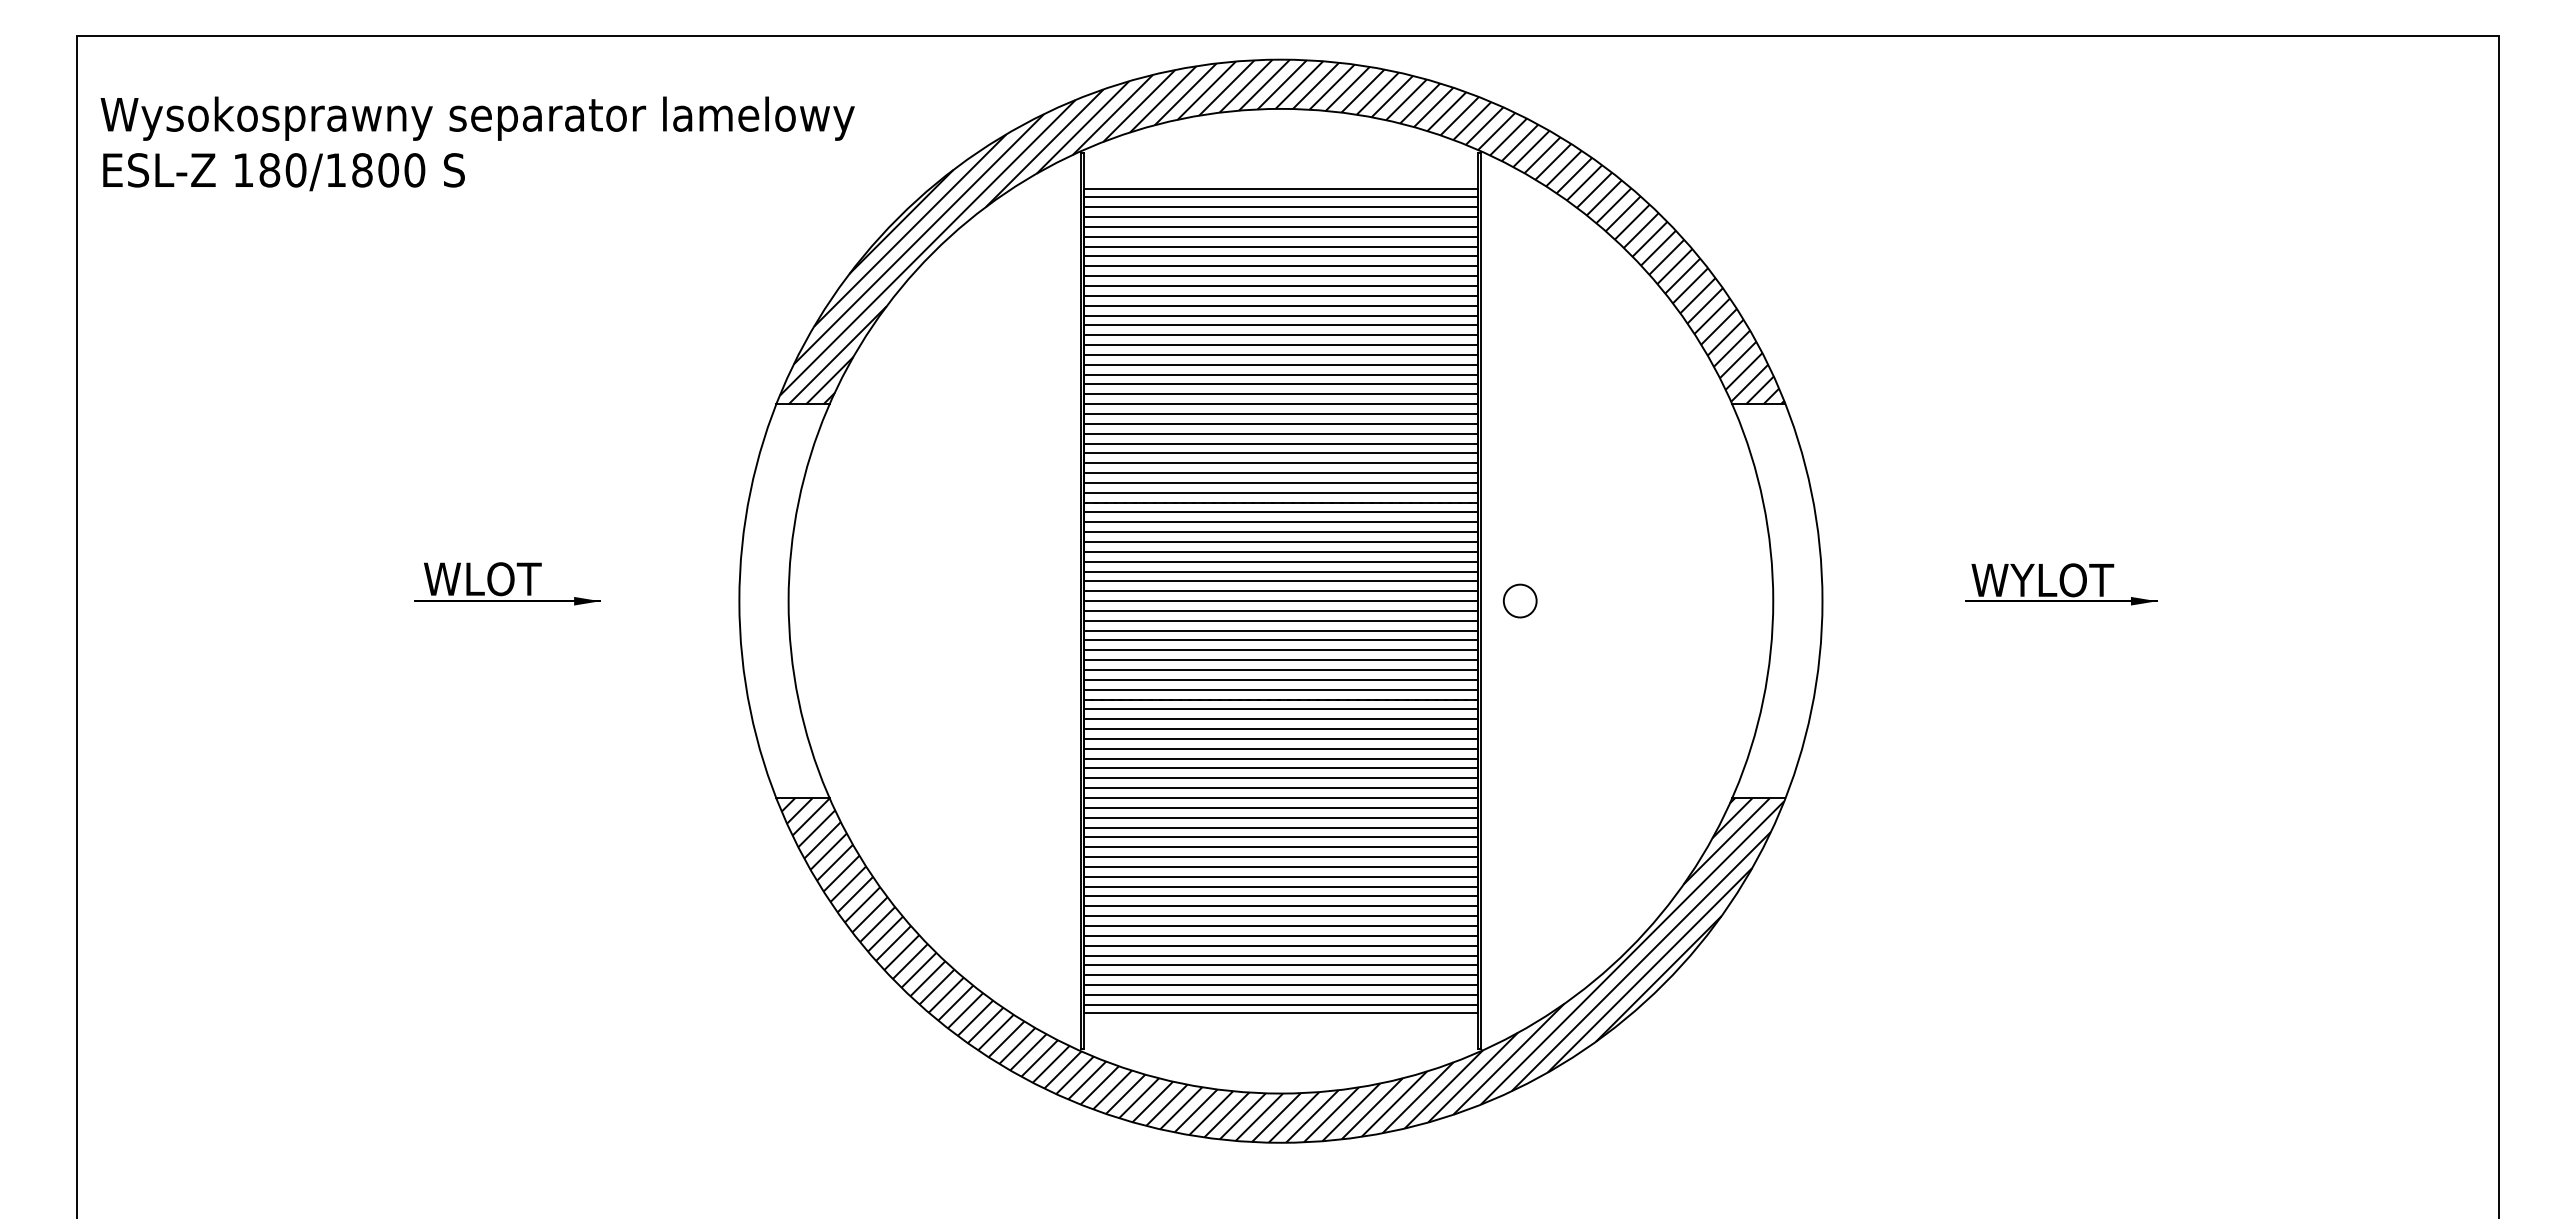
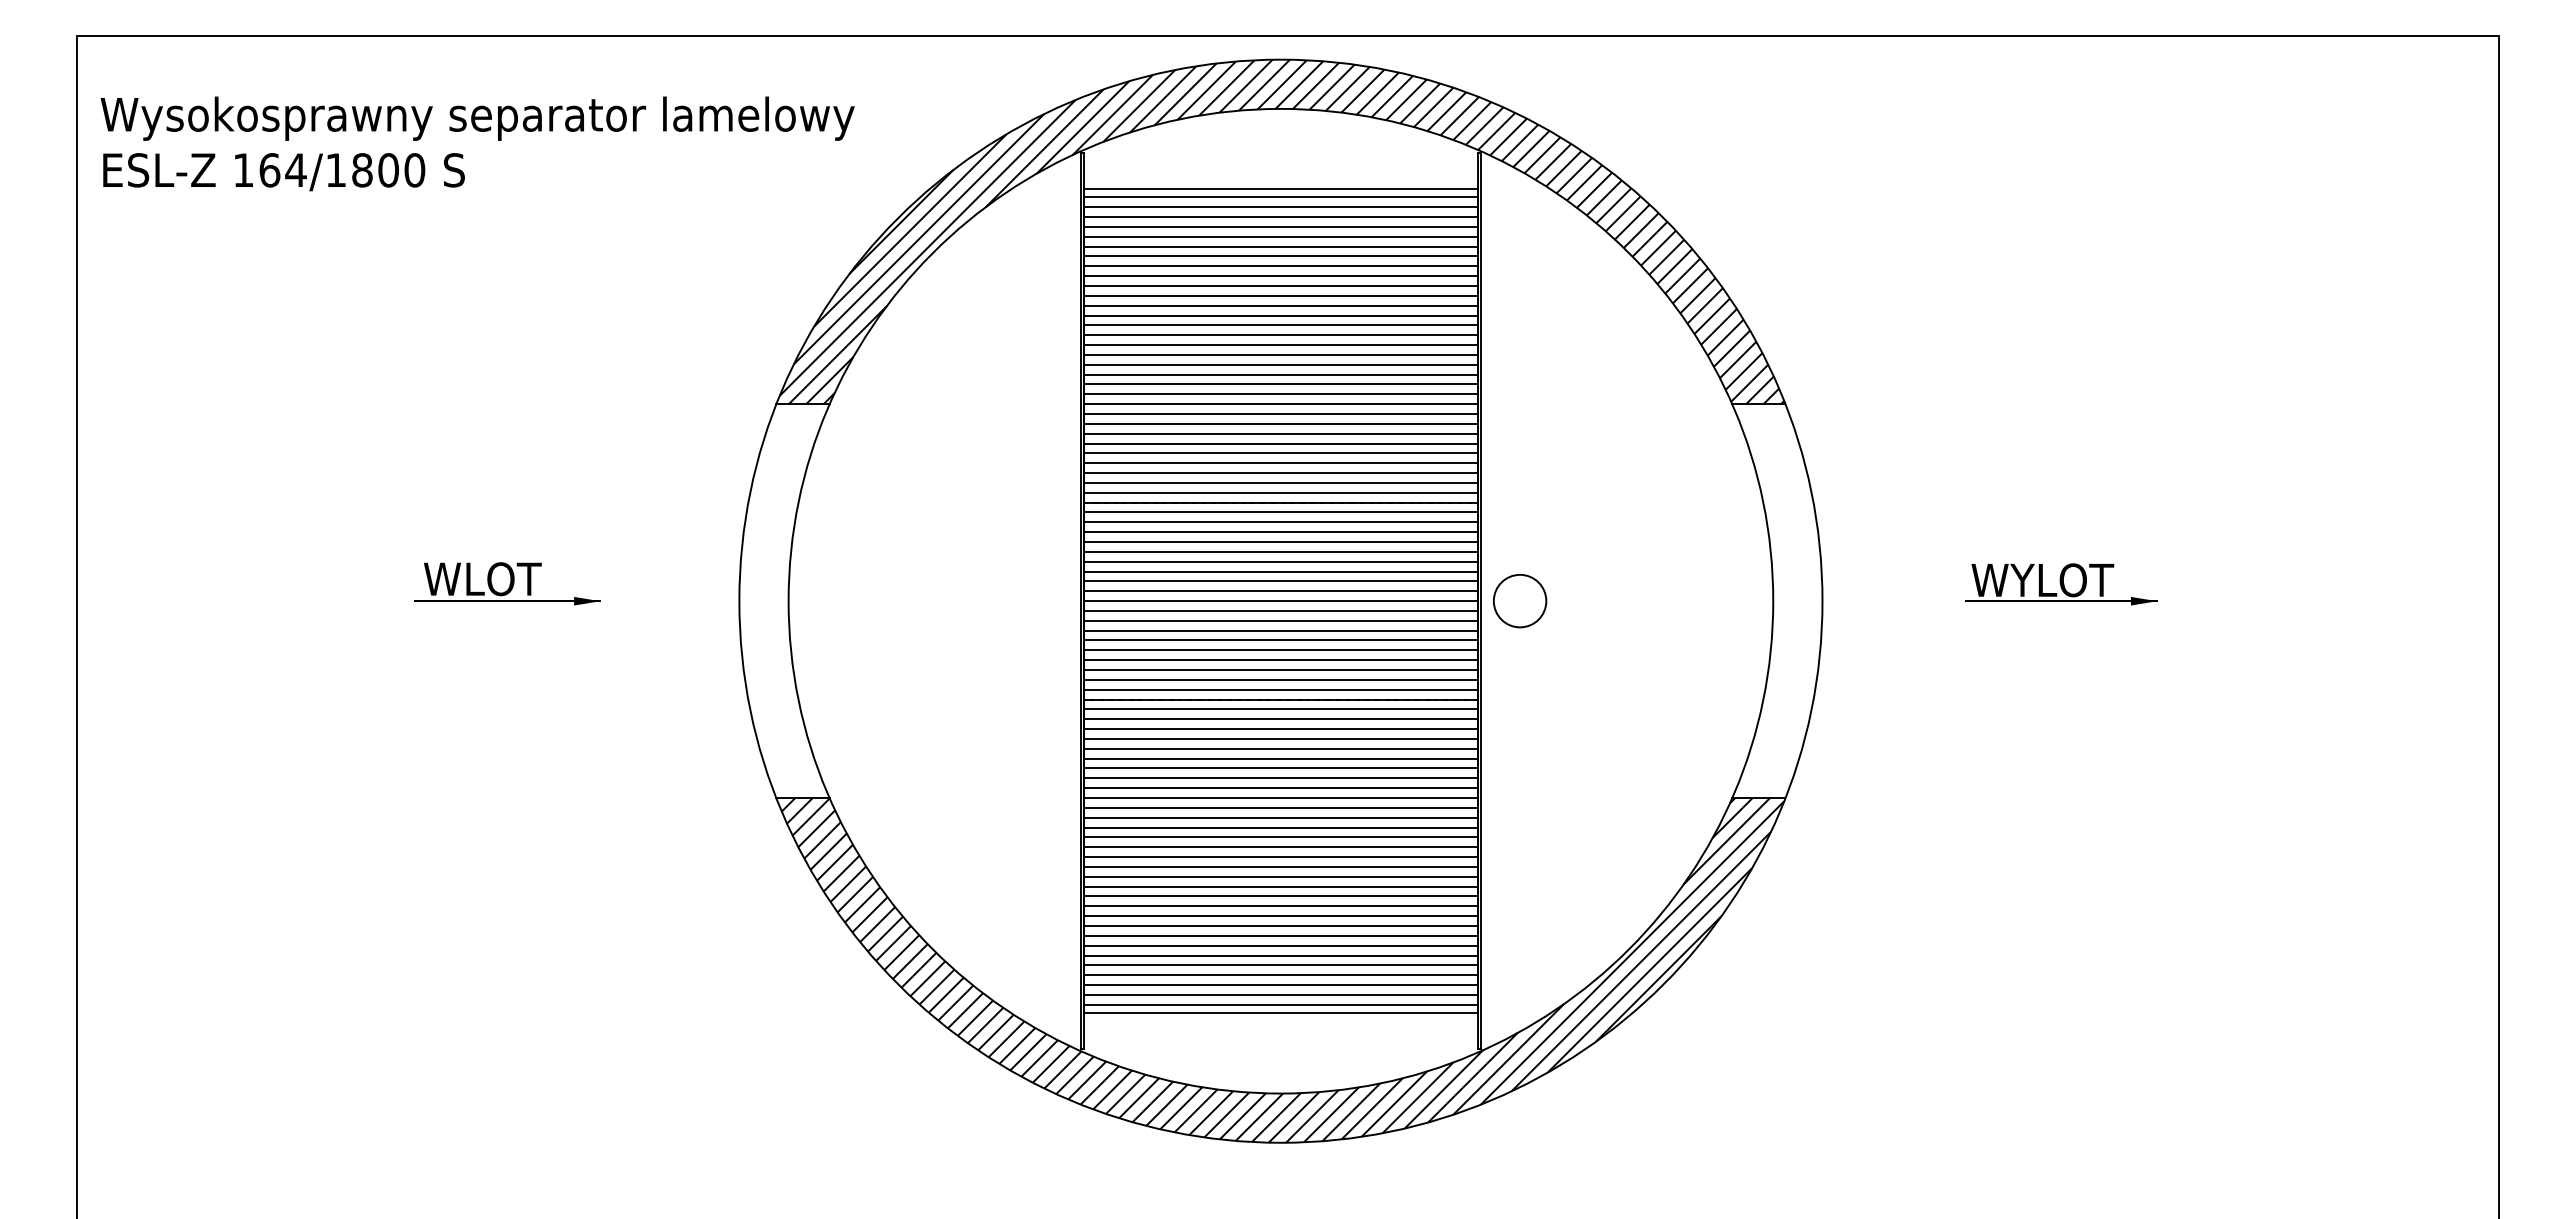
text at (282, 170): 180/1800 -> 164/1800
circle at (1520, 600) size: 35x36 px -> 55x55 px
